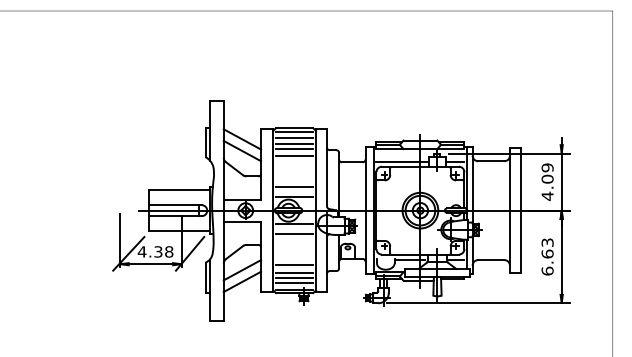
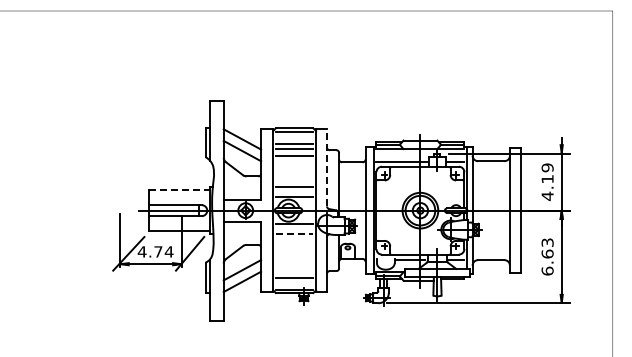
line at (294, 138): present -> none
line at (327, 167): solid -> dashed
text at (547, 178): 4.09 -> 4.19
line at (179, 190): solid -> dashed
line at (294, 234): solid -> dashed
text at (163, 251): 4.38 -> 4.74
line at (294, 265): present -> none
line at (294, 272): present -> none
line at (294, 283): present -> none
